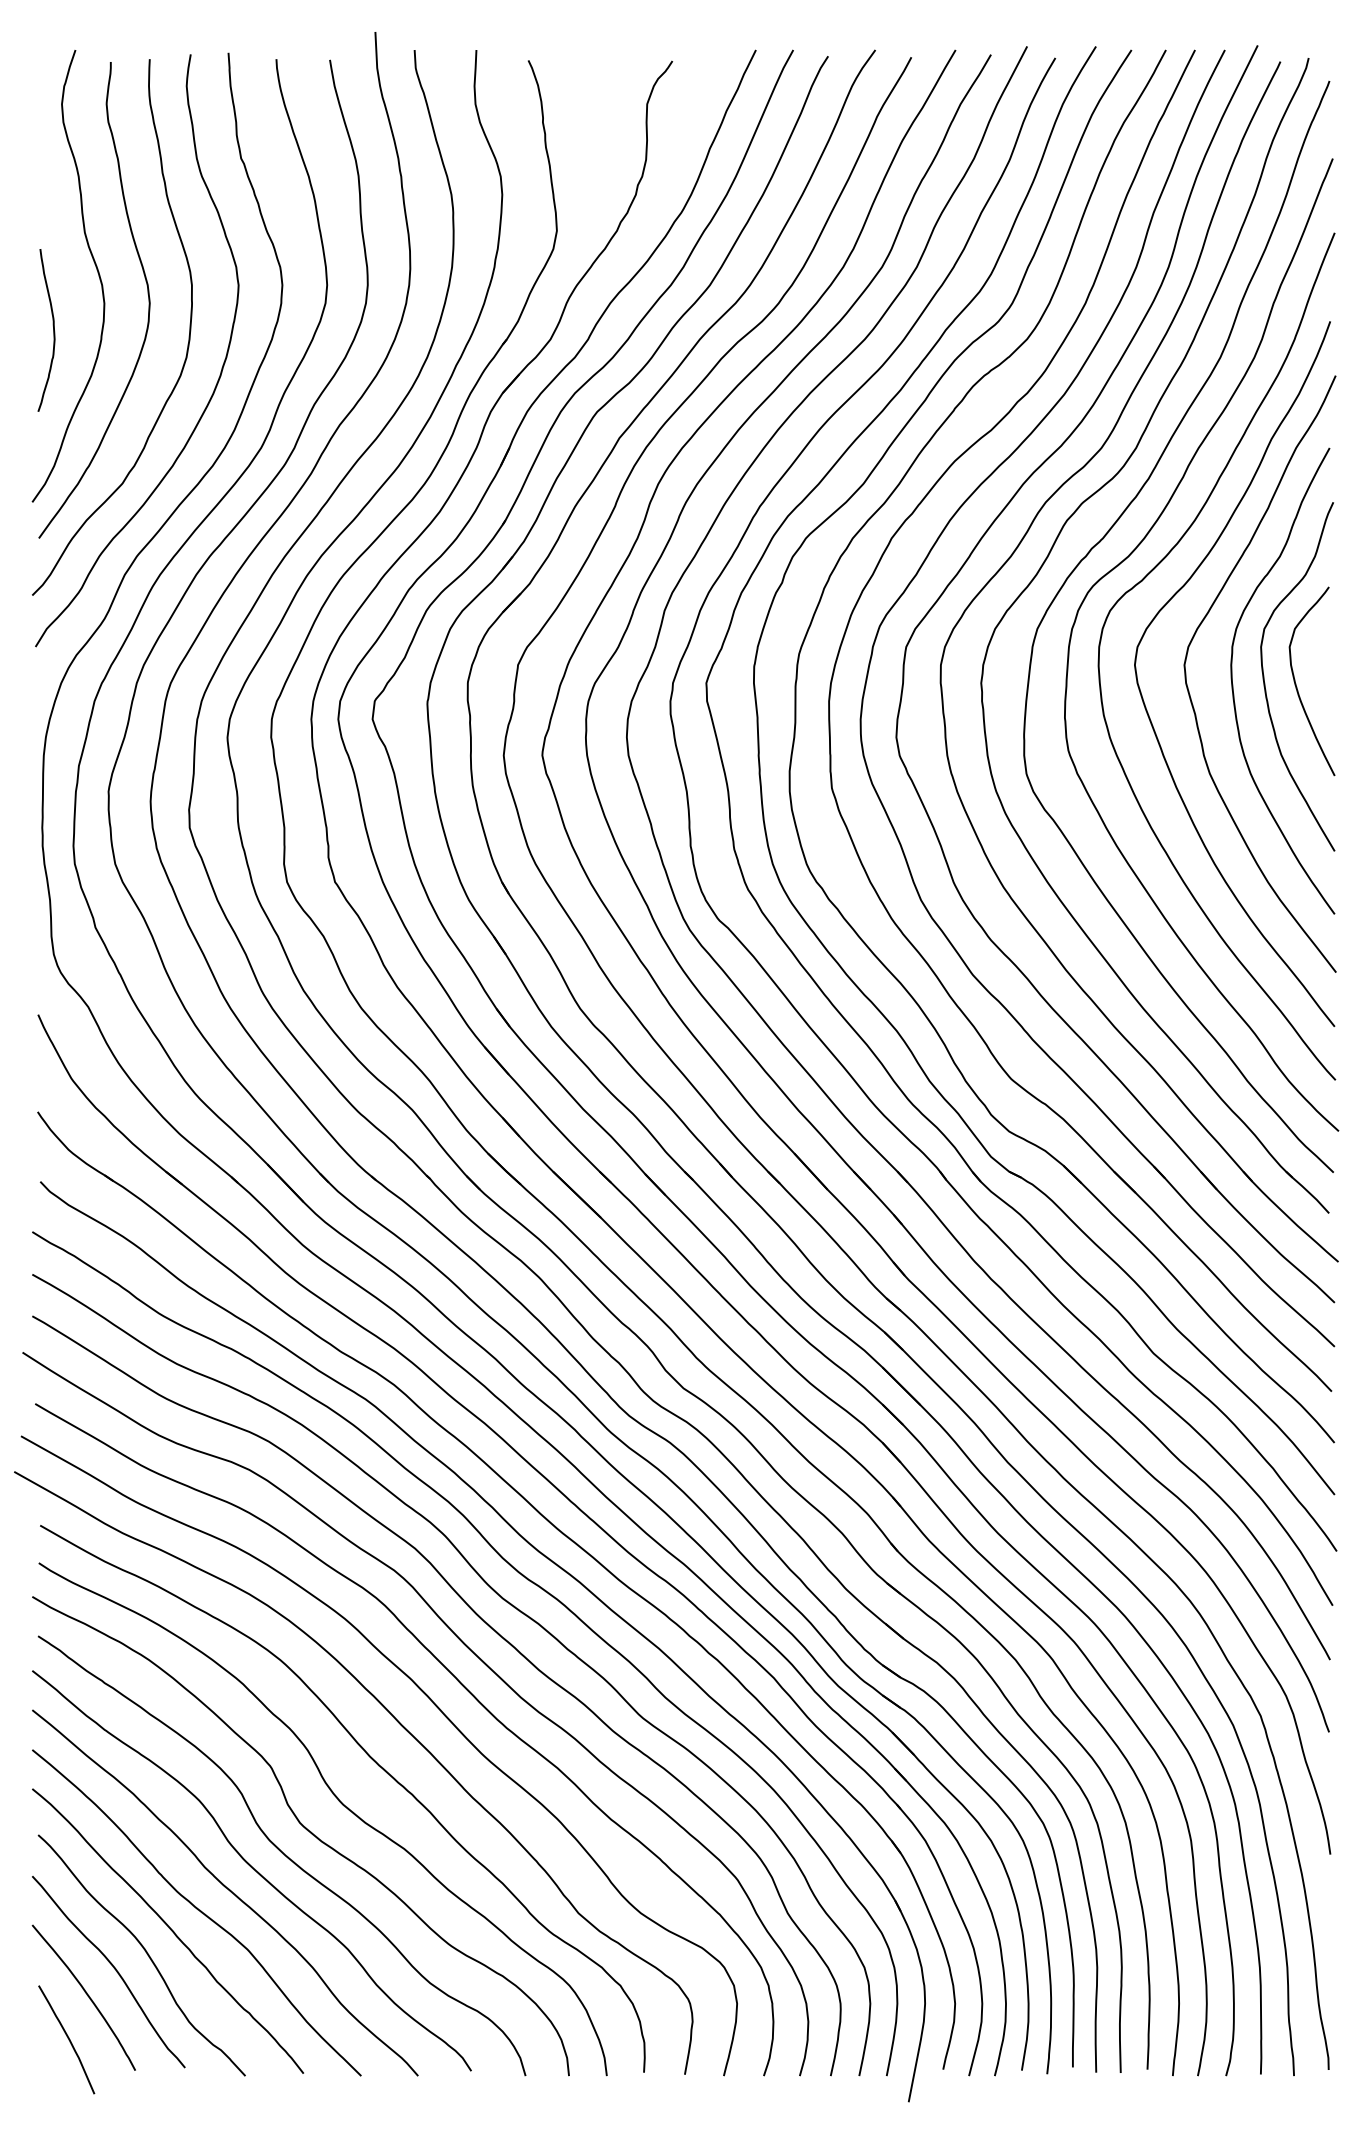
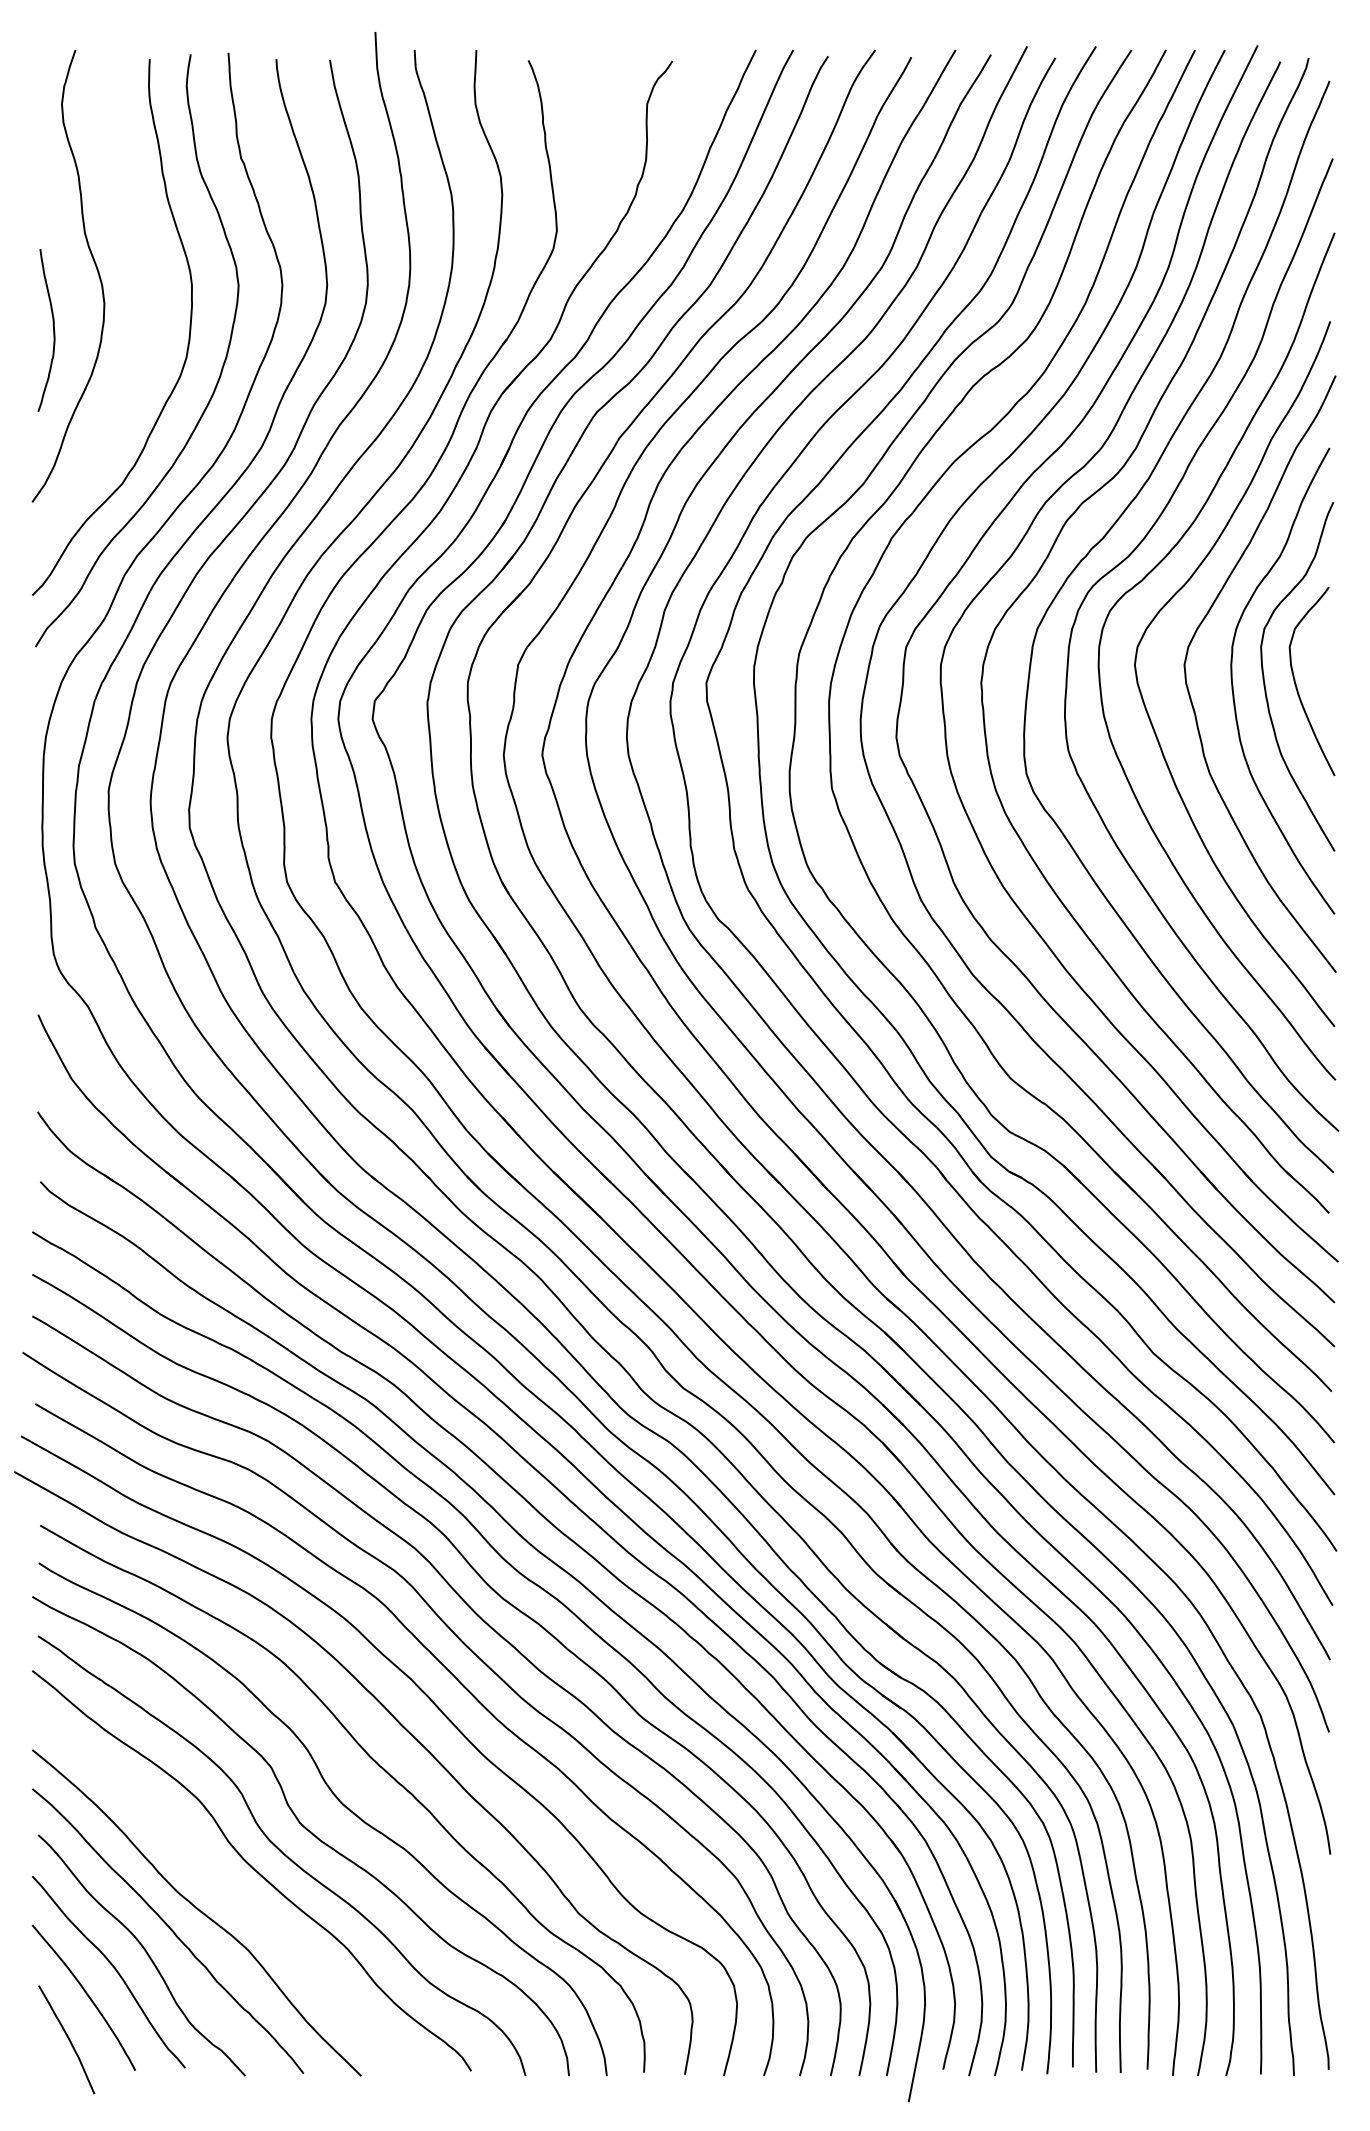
curve at (147, 294): present -> none
curve at (227, 1889): present -> none
